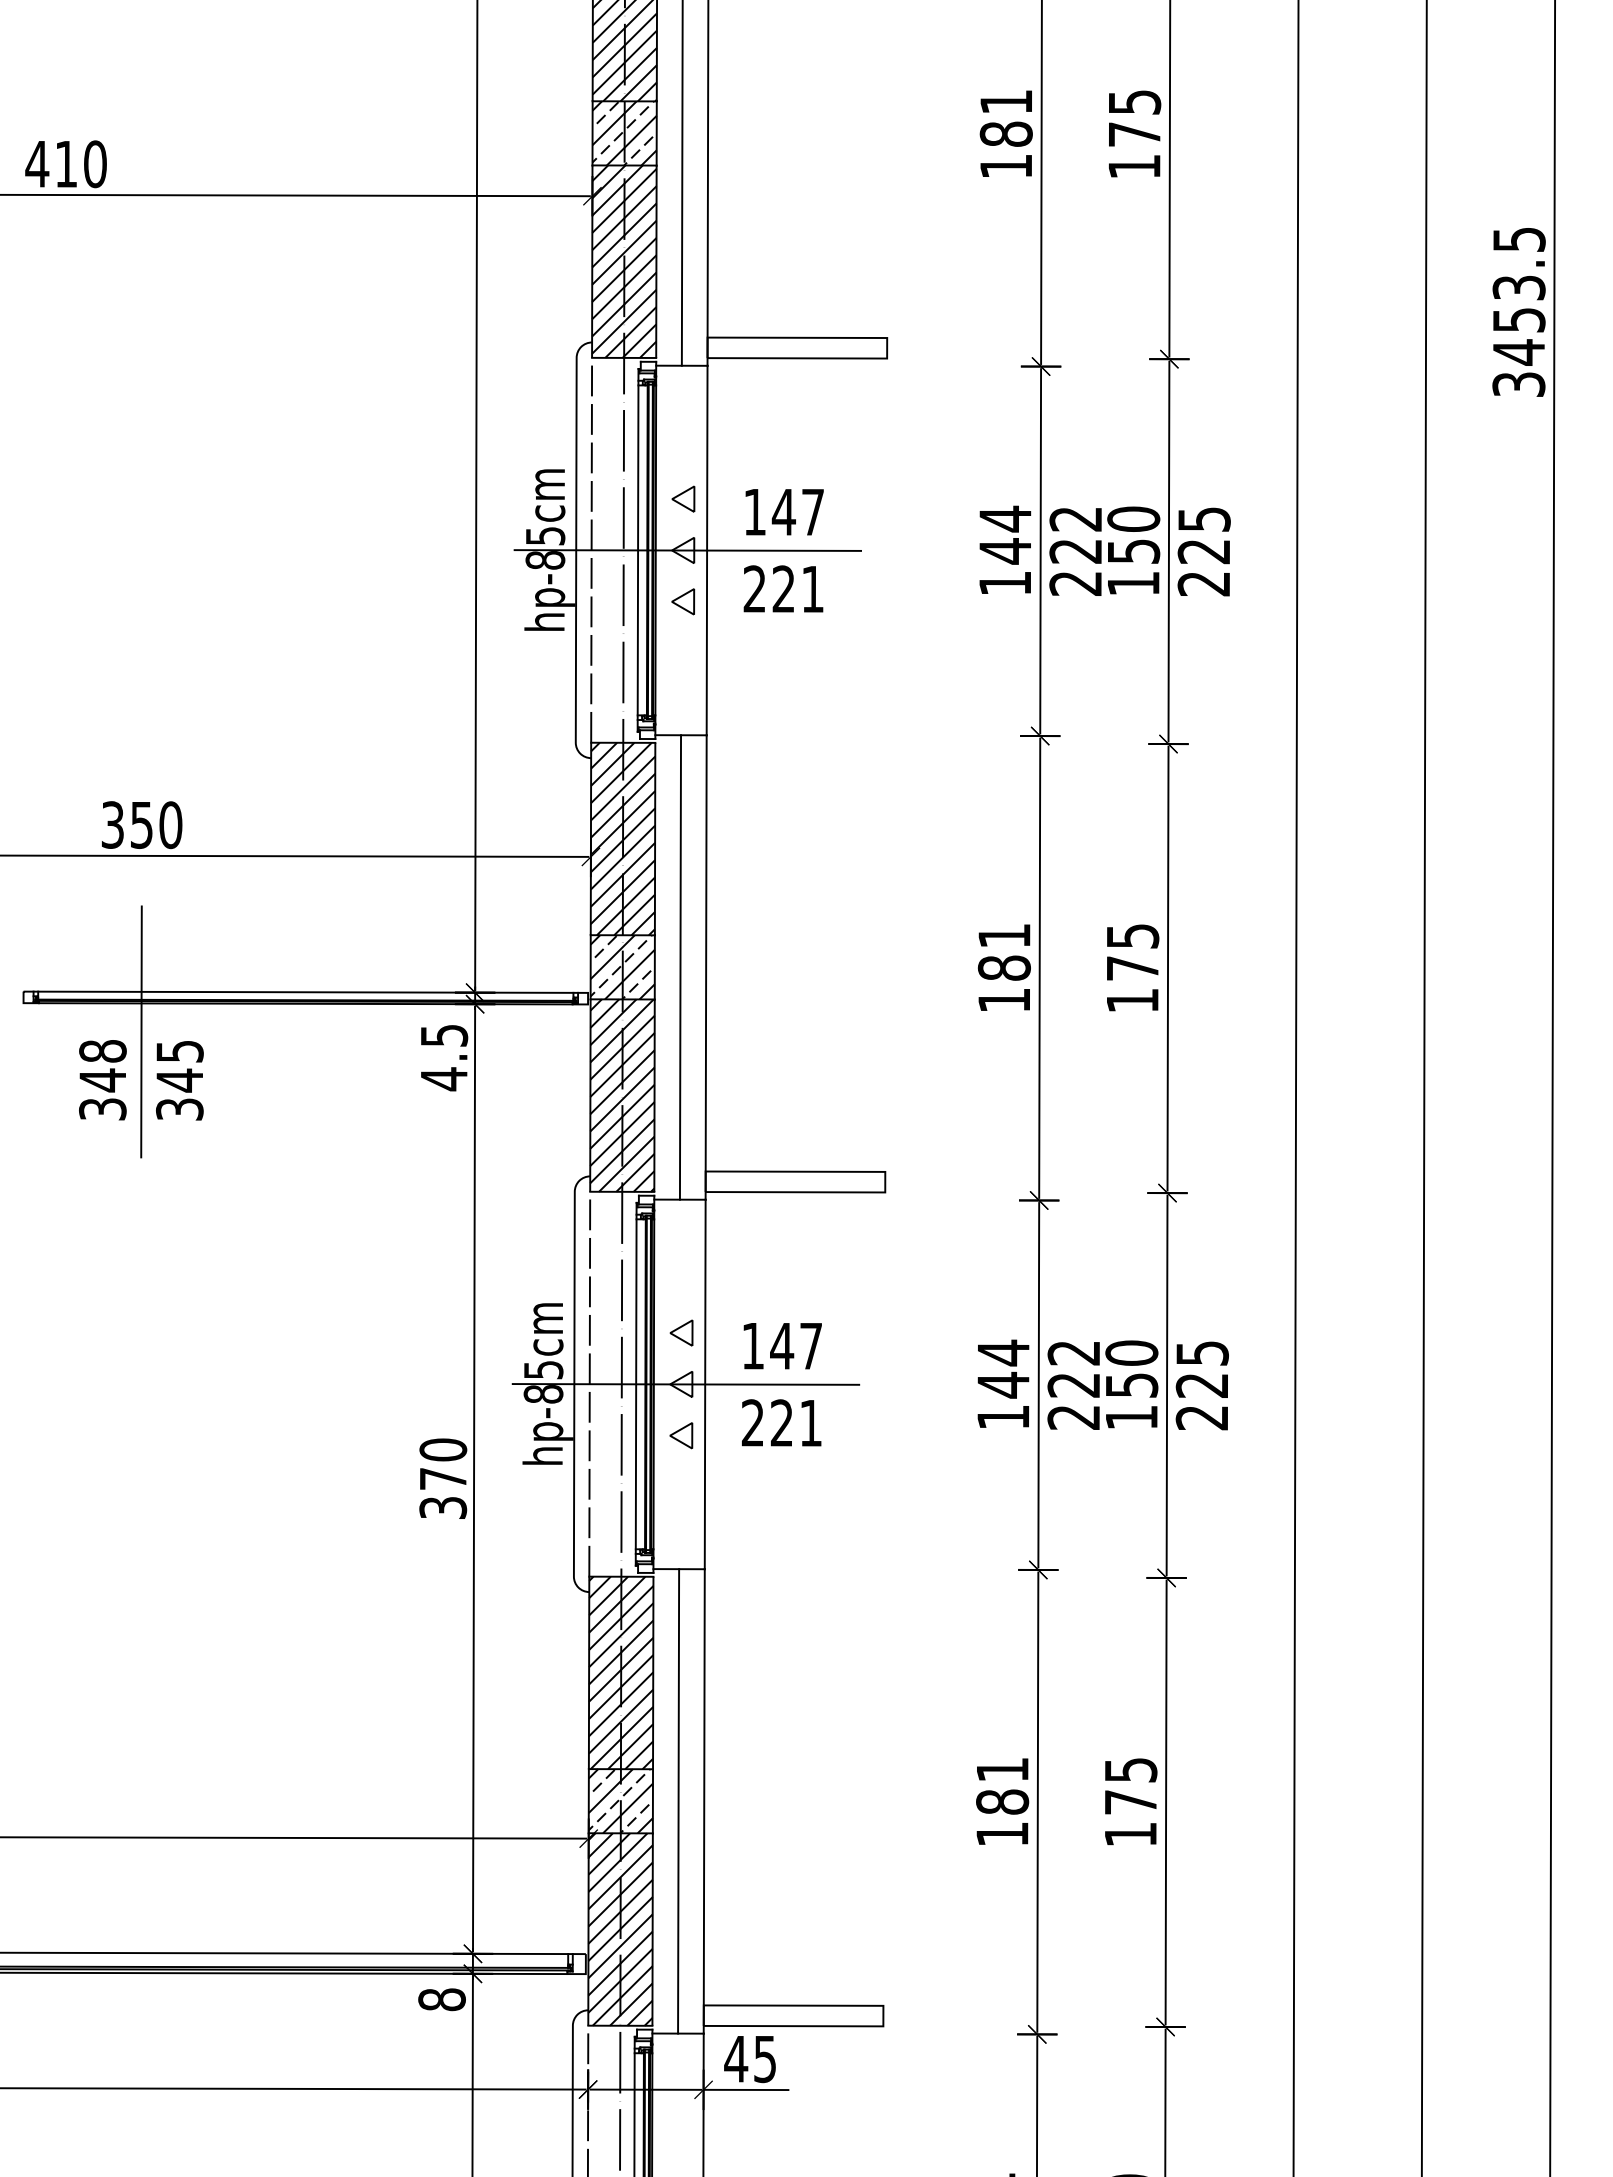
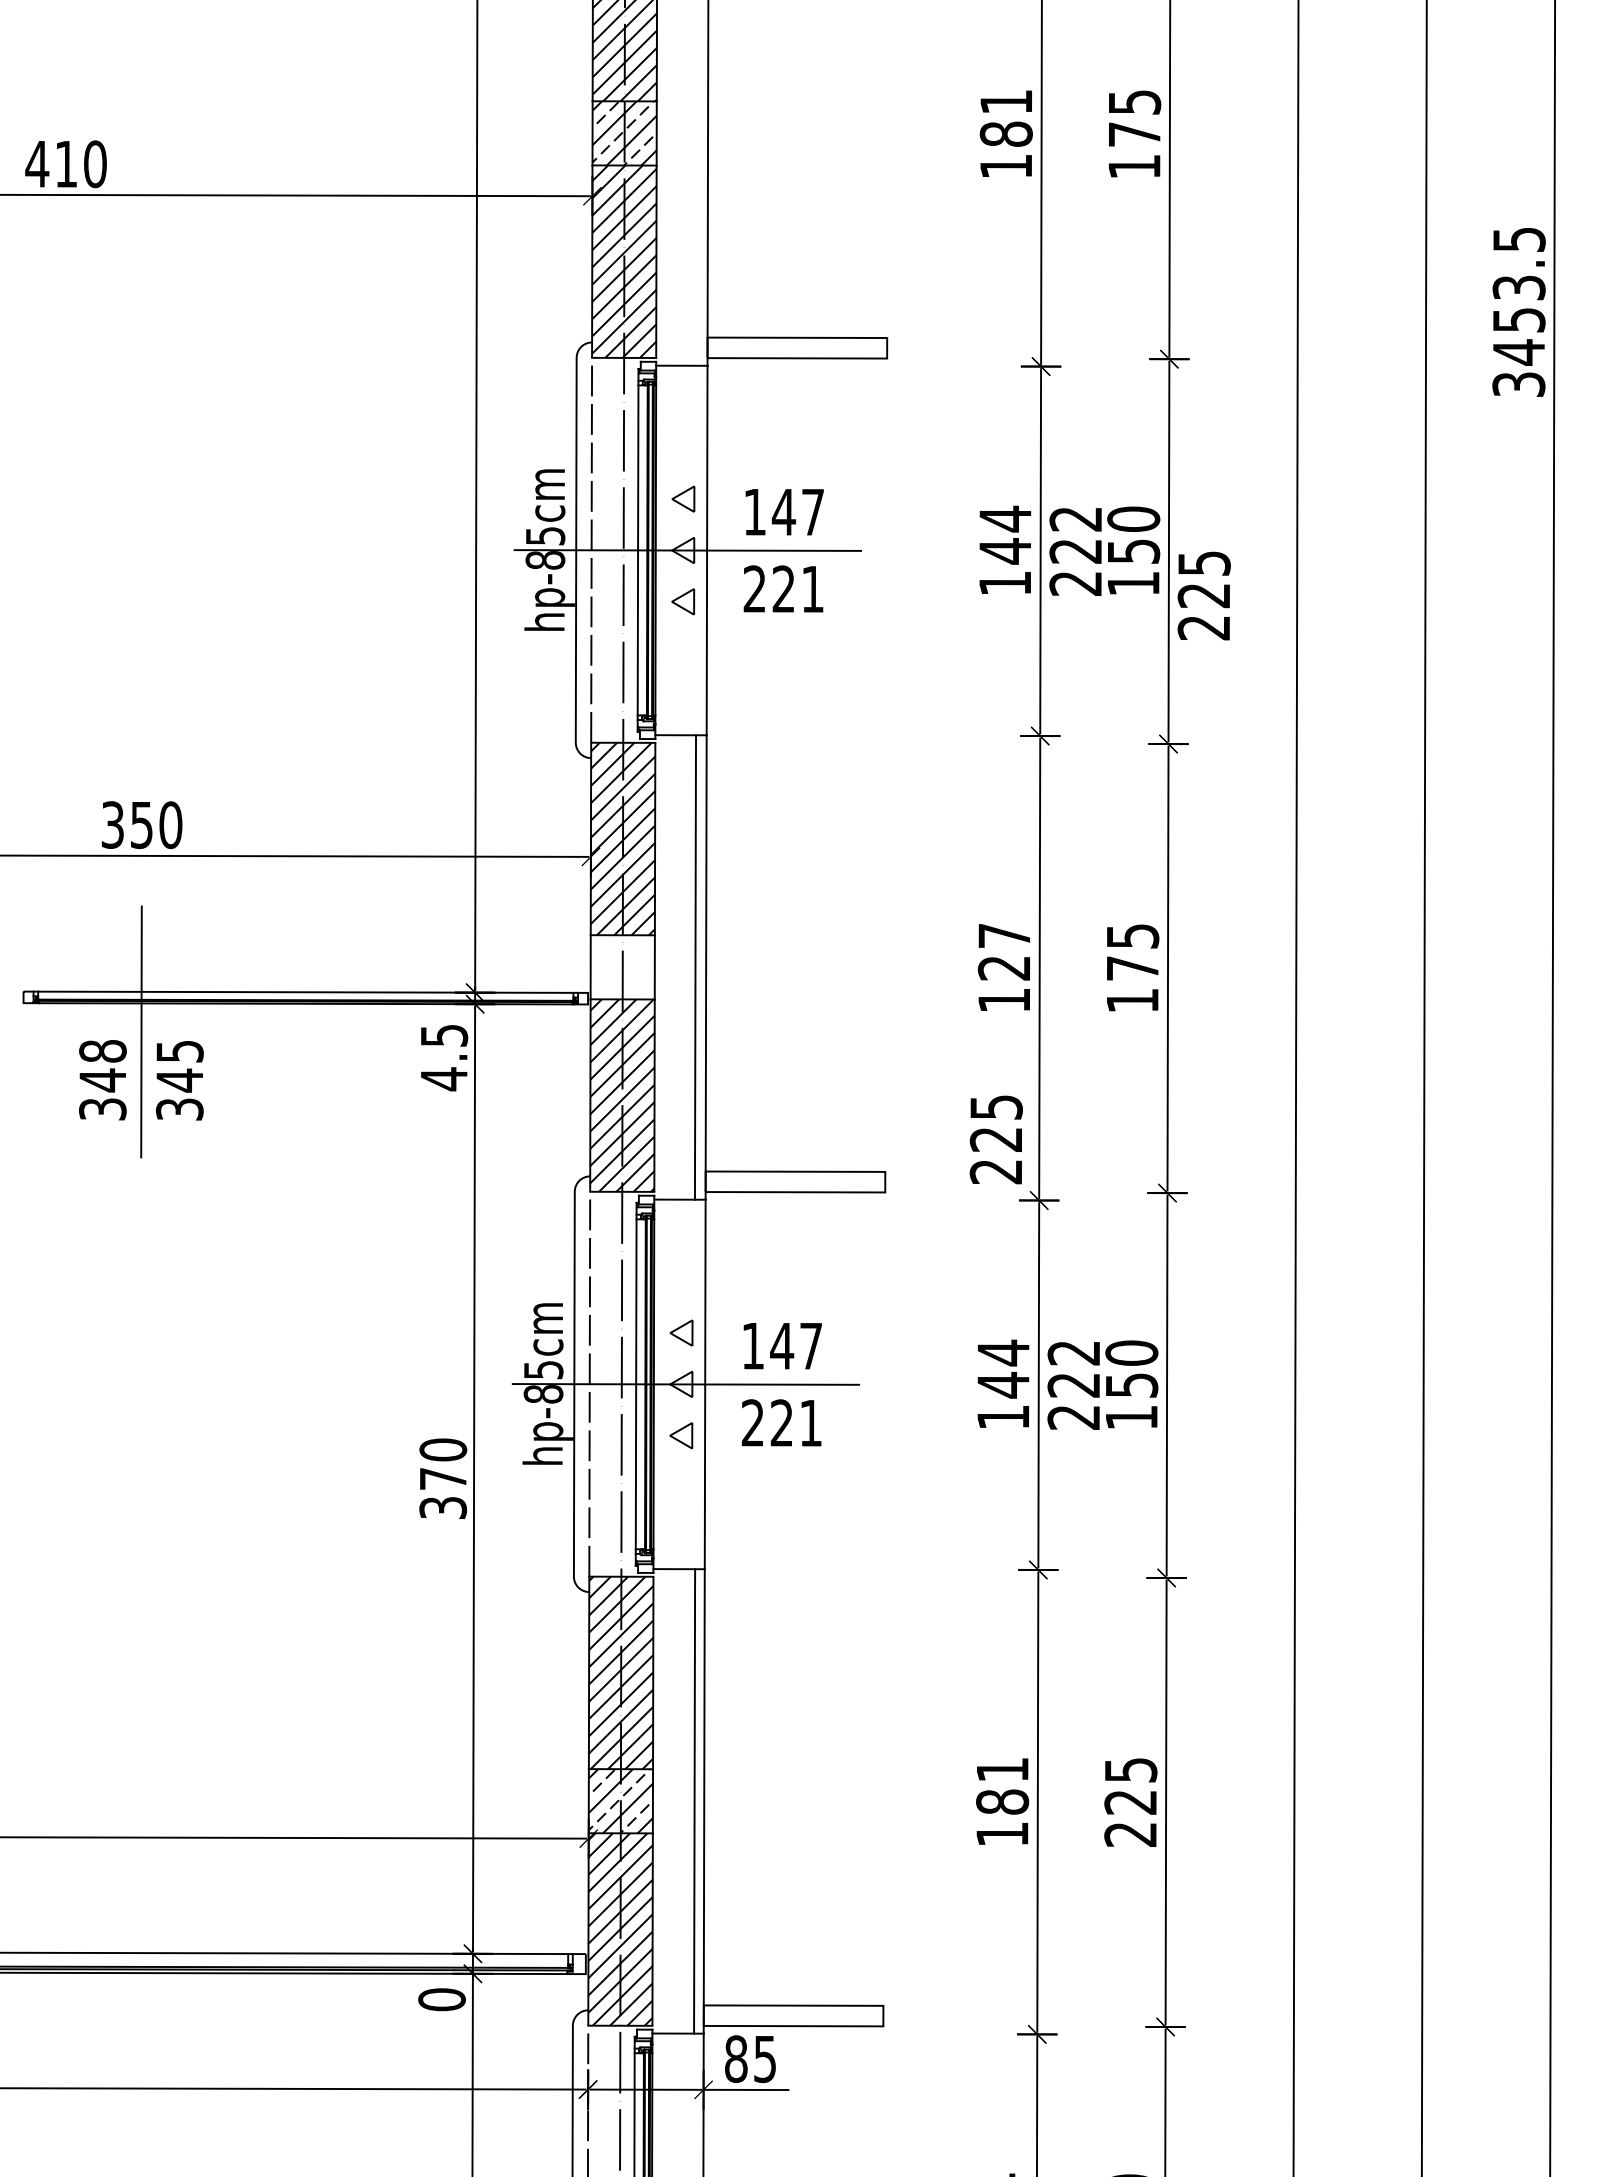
line at (681, 183): present -> none
text at (1203, 551) position: (1203, 551) -> (1203, 595)
text at (1003, 952): 181 -> 127
hatch at (622, 967): present -> none
line at (680, 967) position: (680, 967) -> (695, 967)
text at (1201, 1385) position: (1201, 1385) -> (995, 1139)
line at (678, 1801) position: (678, 1801) -> (694, 1801)
text at (1130, 1818): 175 -> 225
text at (441, 1999): 8 -> 0
text at (736, 2058): 45 -> 85
